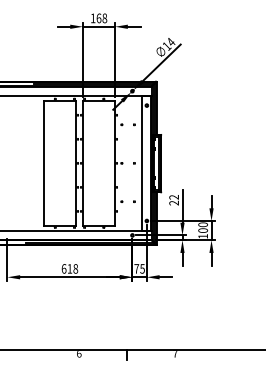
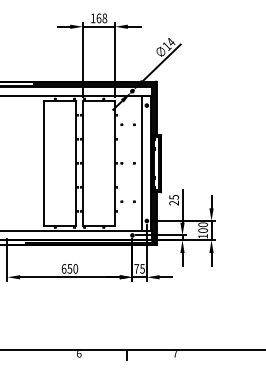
text at (174, 197): 22 -> 25
text at (72, 268): 618 -> 650
